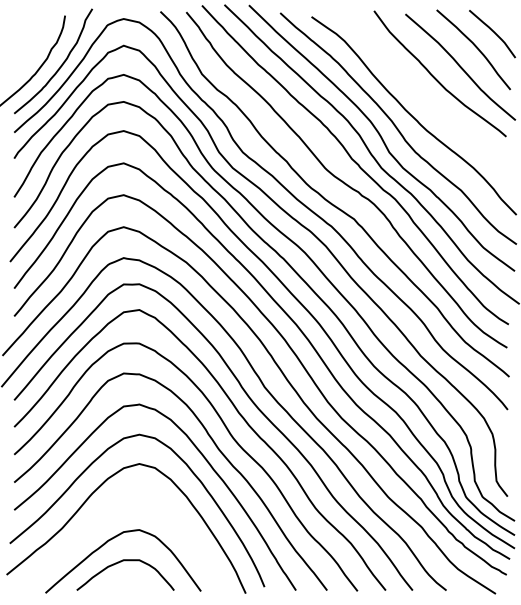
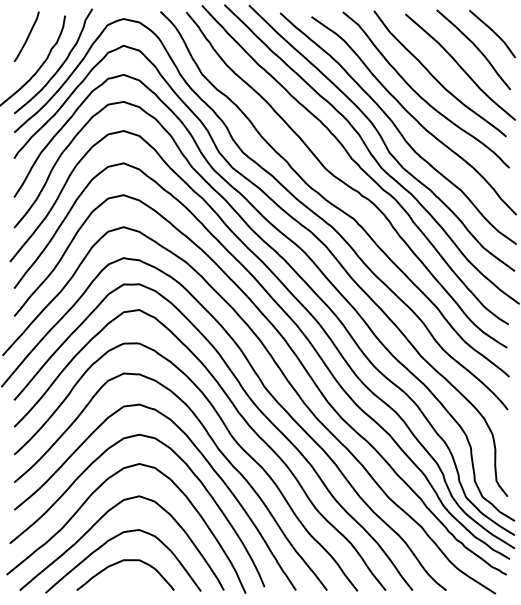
curve at (27, 36): none -> present
curve at (419, 94): none -> present
curve at (102, 518): none -> present
